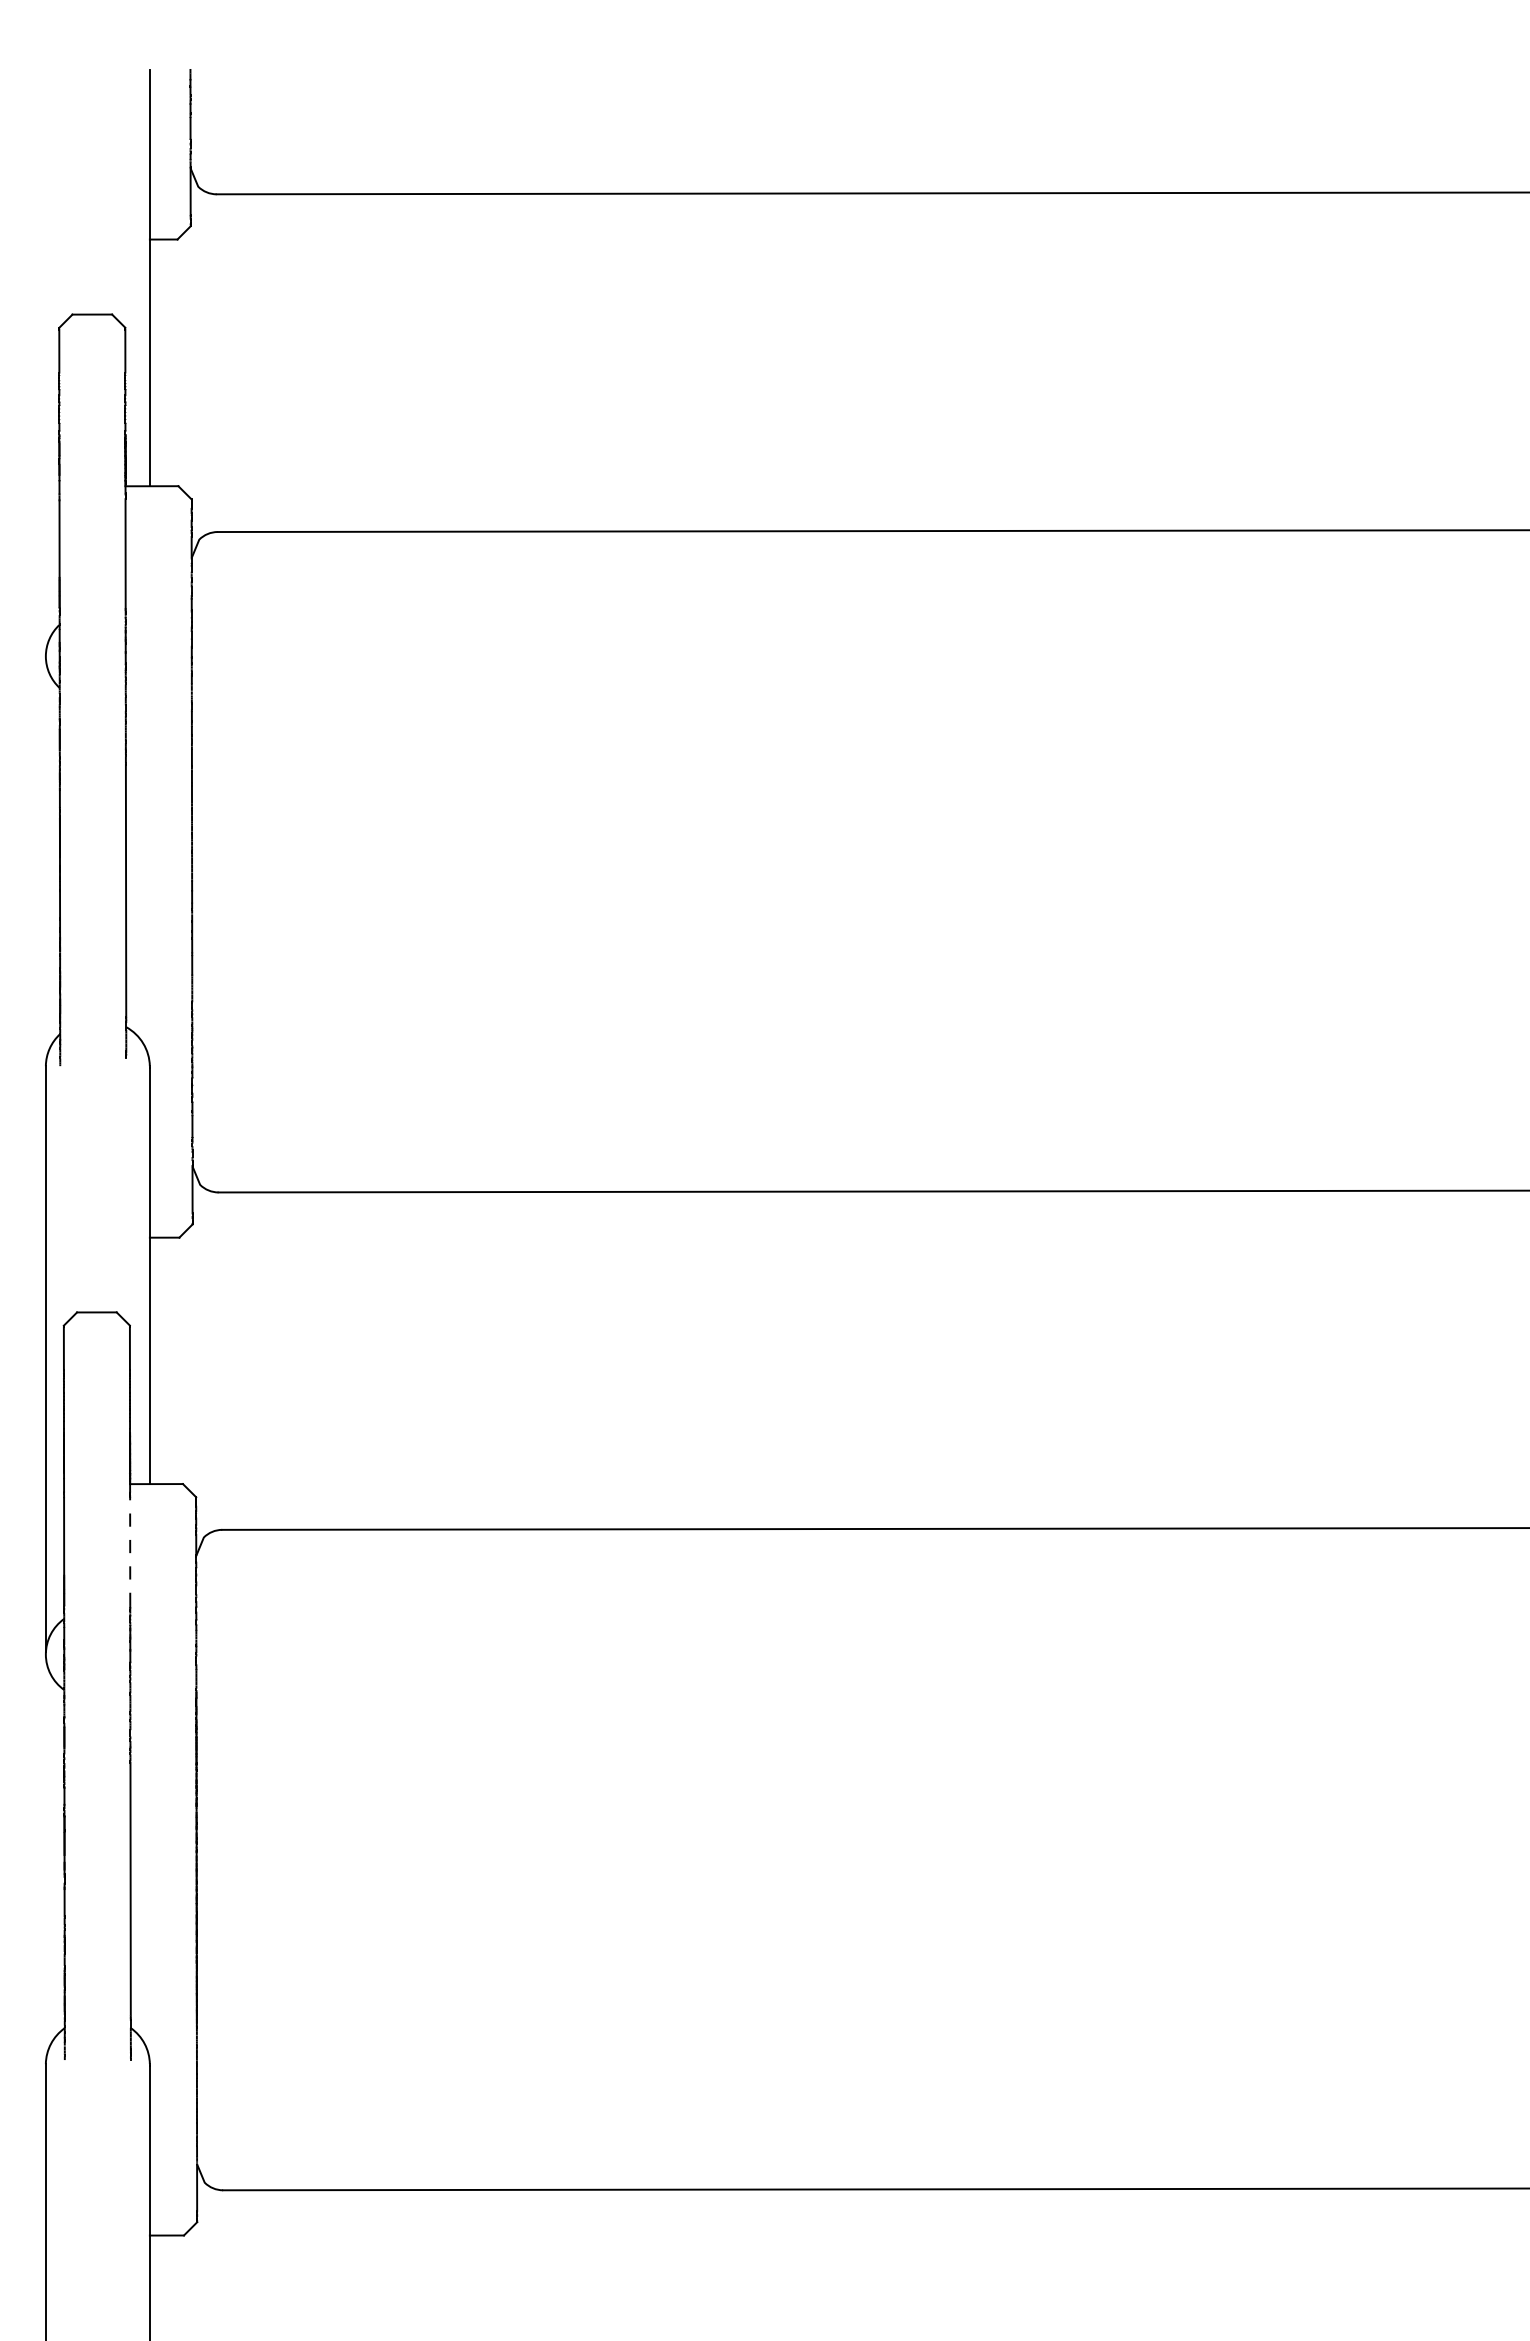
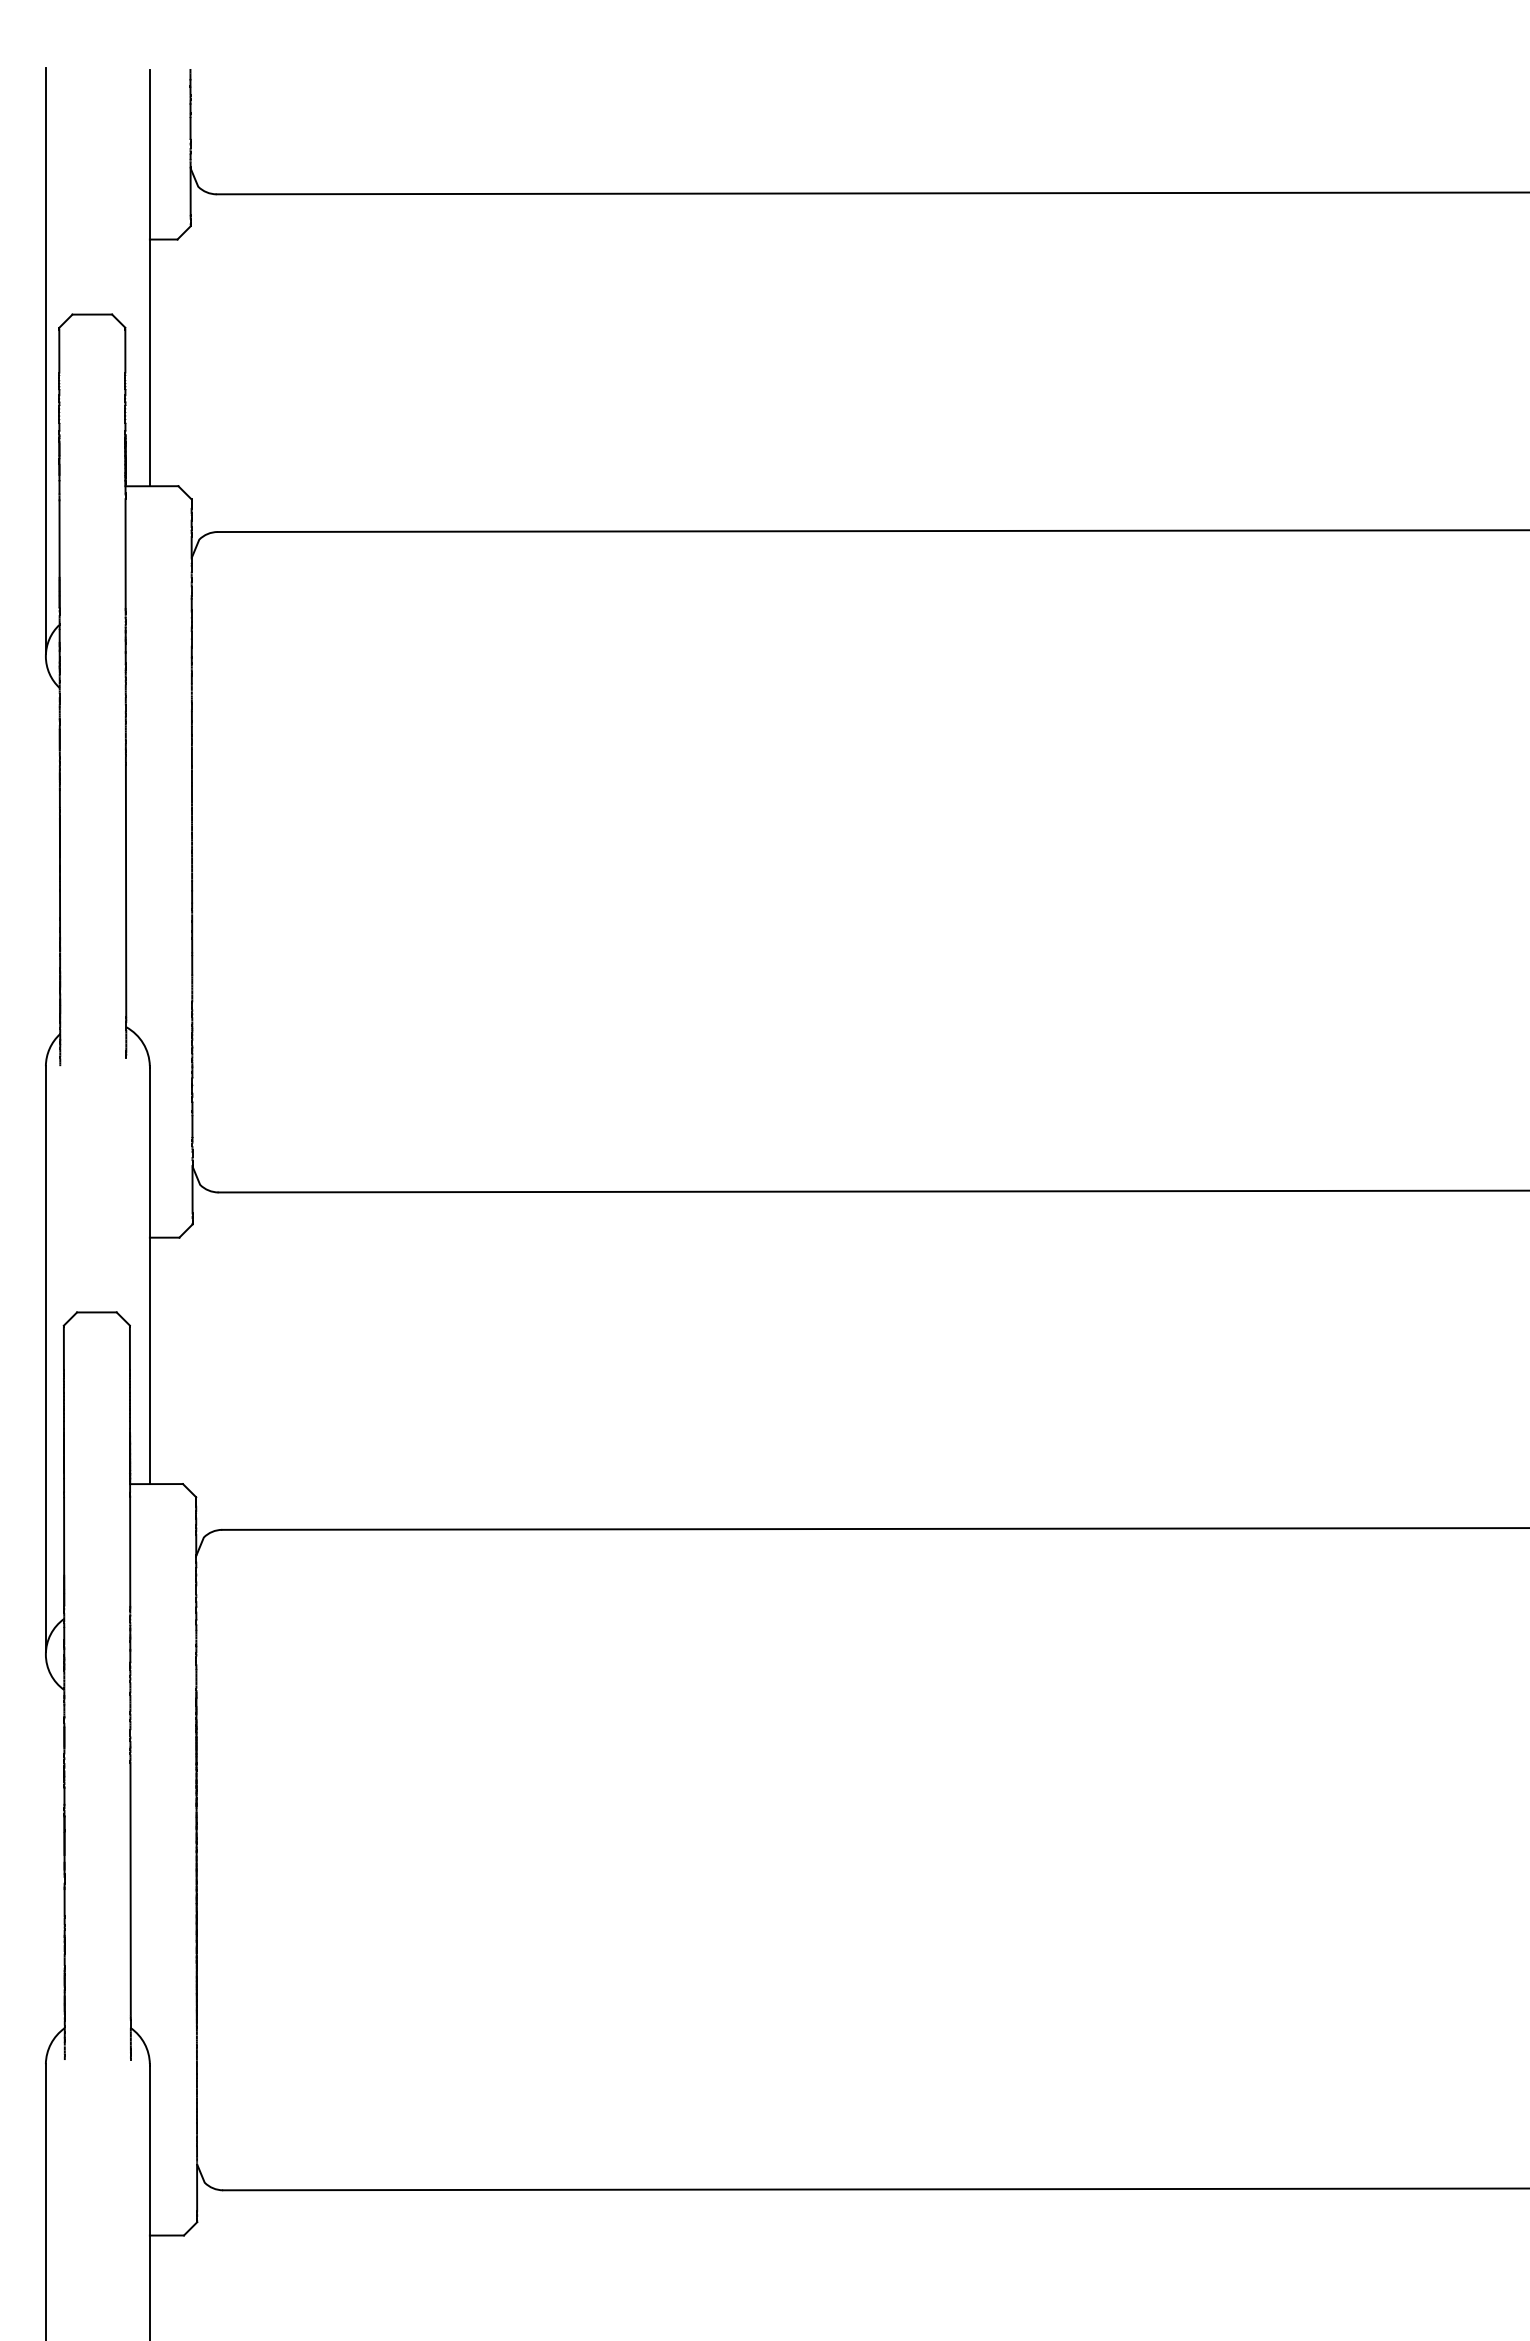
line at (45, 361): none -> present
line at (130, 1550): dashed -> solid
